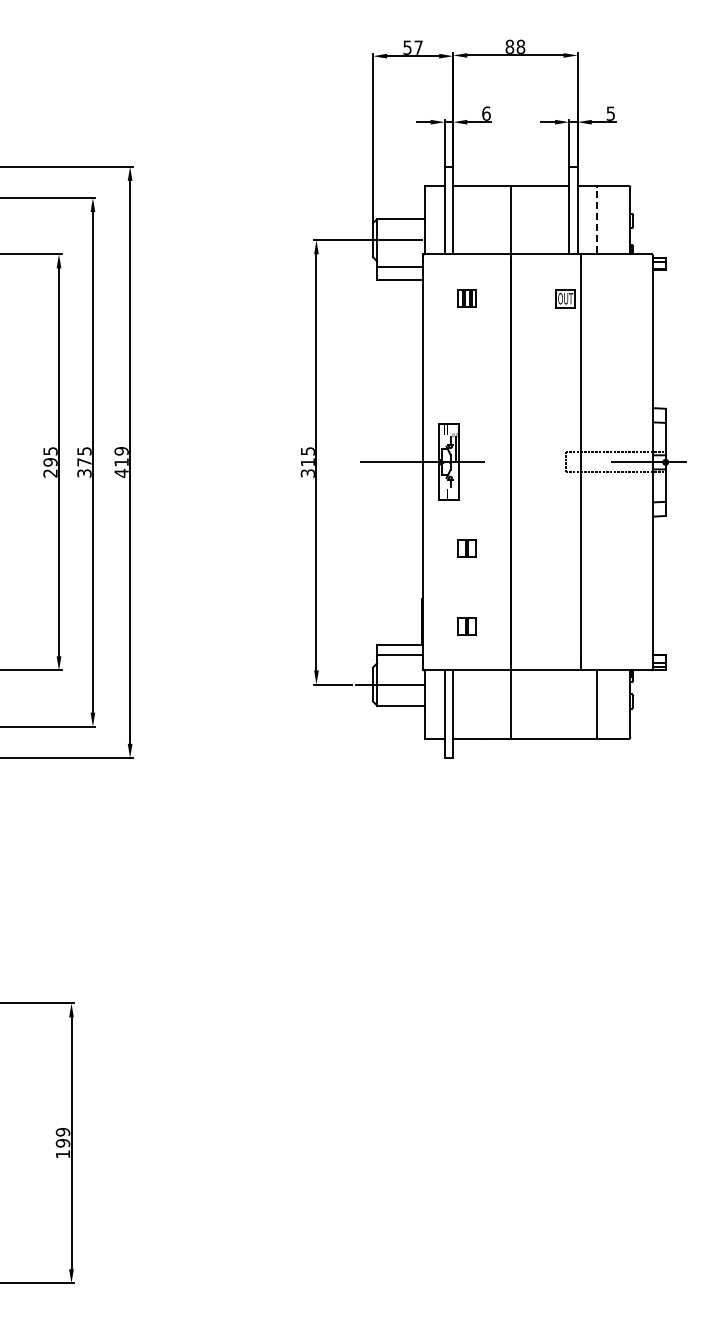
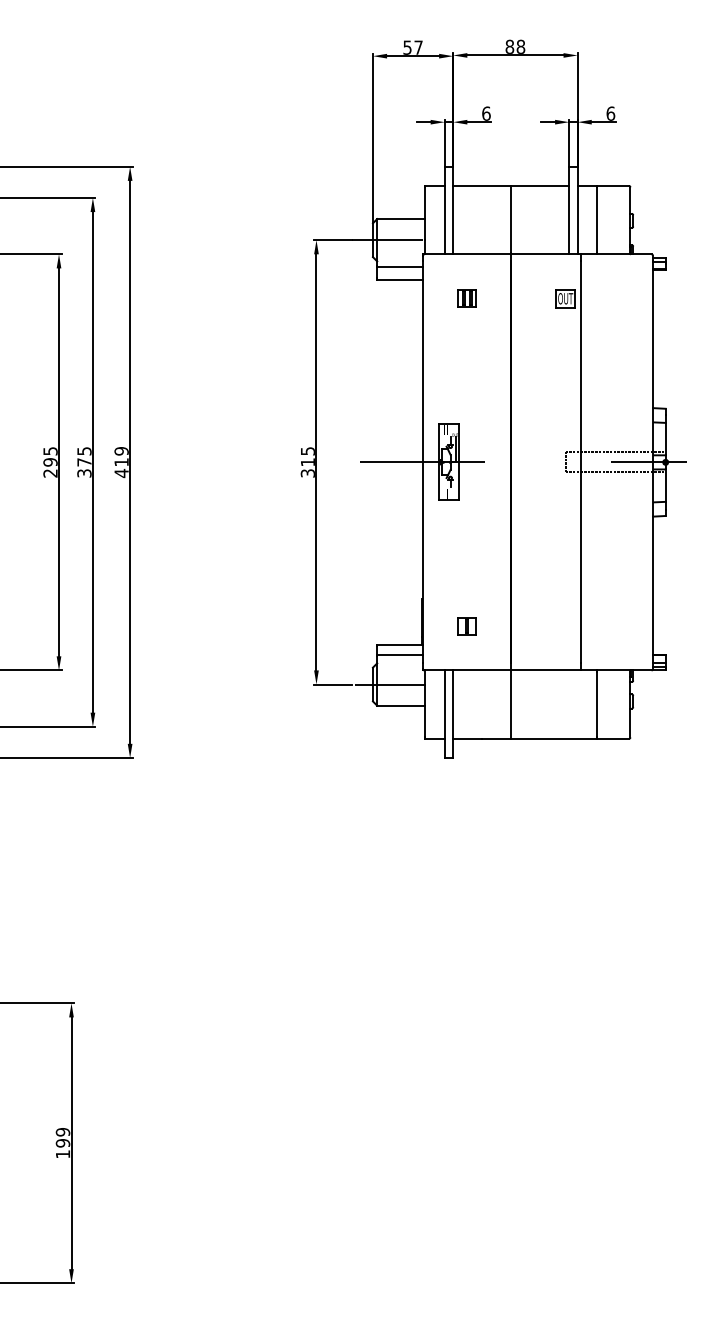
text at (610, 113): 5 -> 6
line at (597, 220): dashed -> solid
part at (466, 548): present -> none
